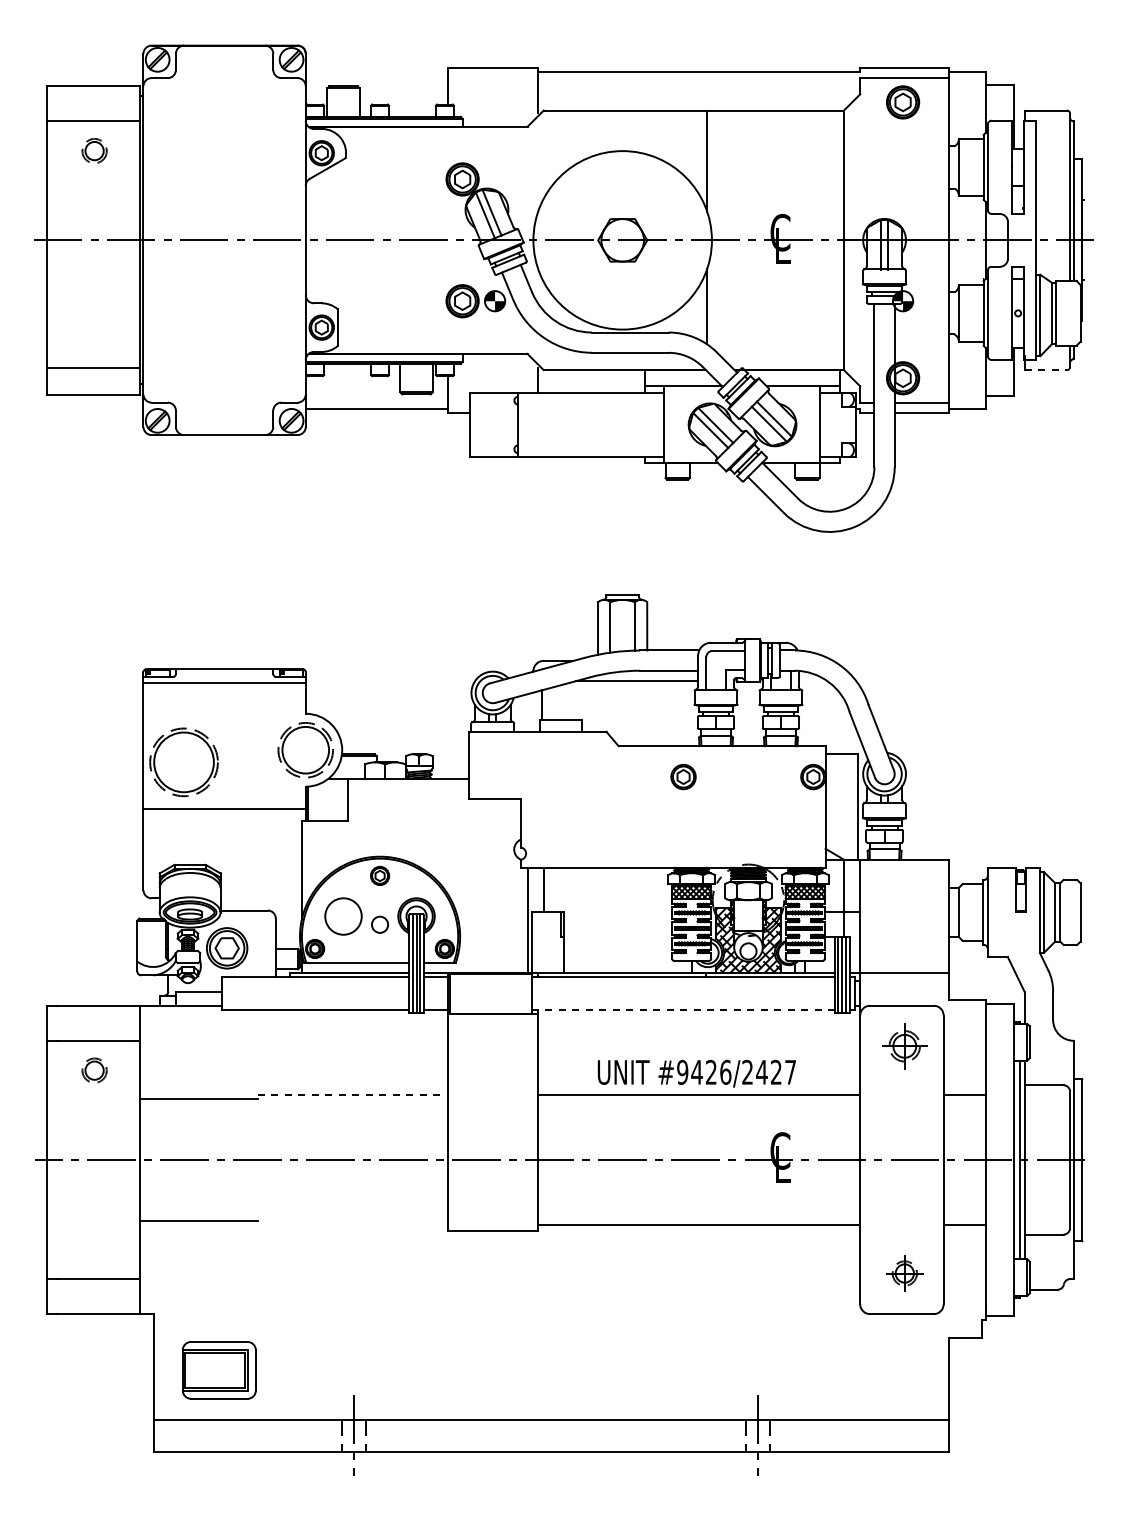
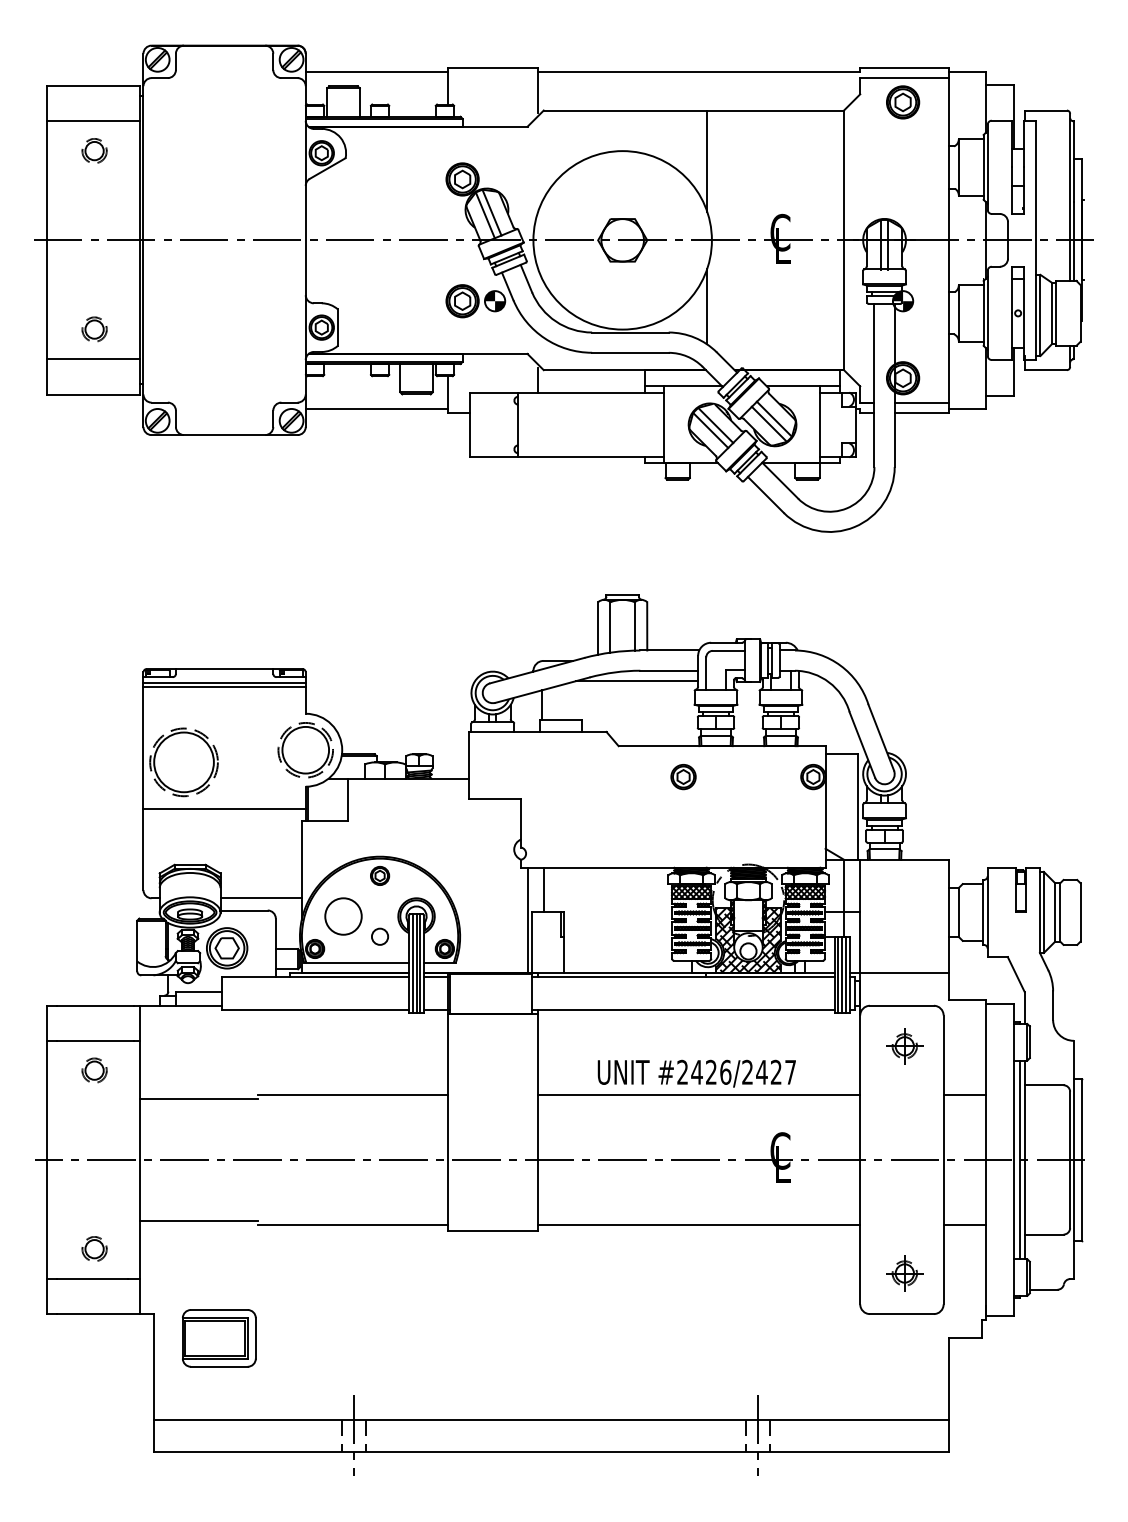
line at (376, 72): none -> present
part at (94, 329): none -> present
line at (93, 368) position: (93, 368) -> (93, 359)
line at (1046, 370): dashed -> solid
line at (224, 687): none -> present
line at (260, 898): none -> present
circle at (379, 924) position: (379, 924) -> (379, 936)
line at (683, 1009): dashed -> solid
part at (904, 1046) size: 46x47 px -> 38x37 px
text at (682, 1072): #9426/2427 -> #2426/2427
line at (353, 1095): dashed -> solid
line at (352, 1224): none -> present
part at (94, 1248): none -> present
part at (219, 1370) position: (219, 1370) -> (219, 1338)
